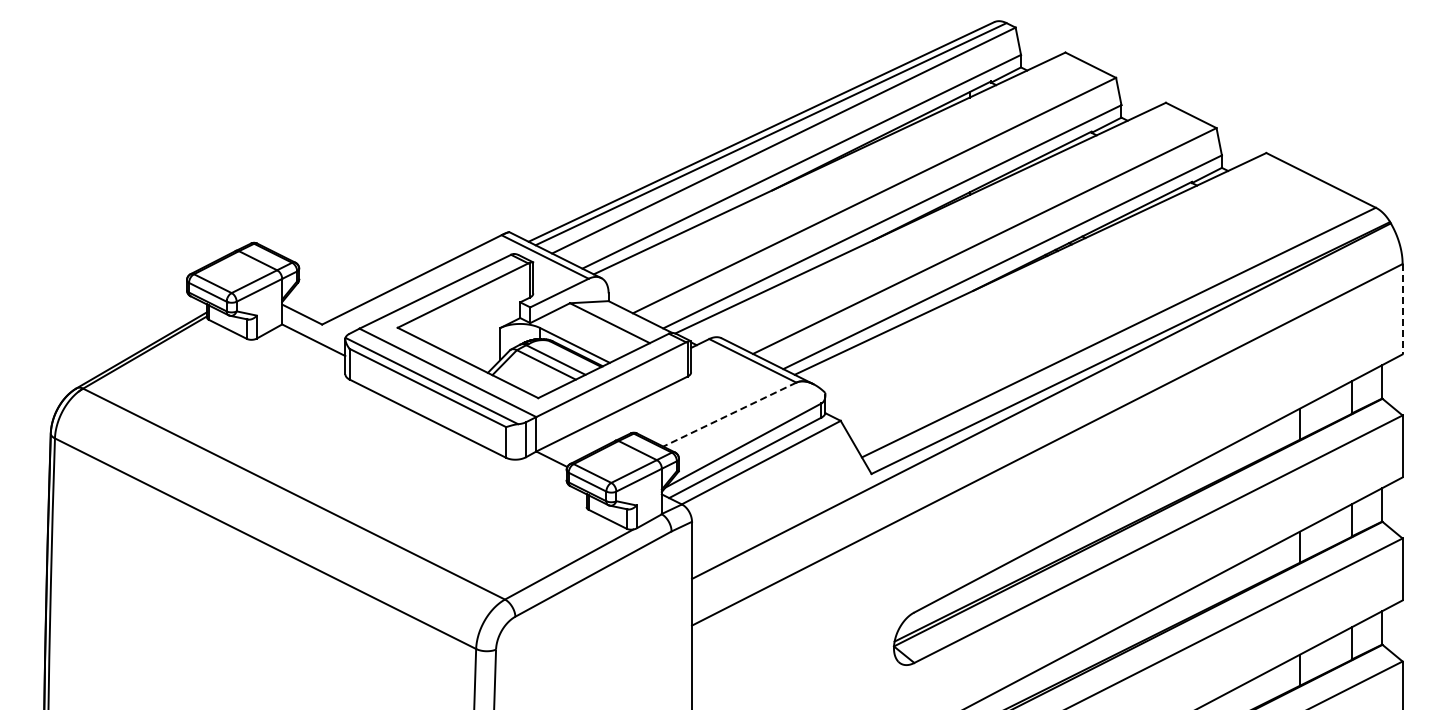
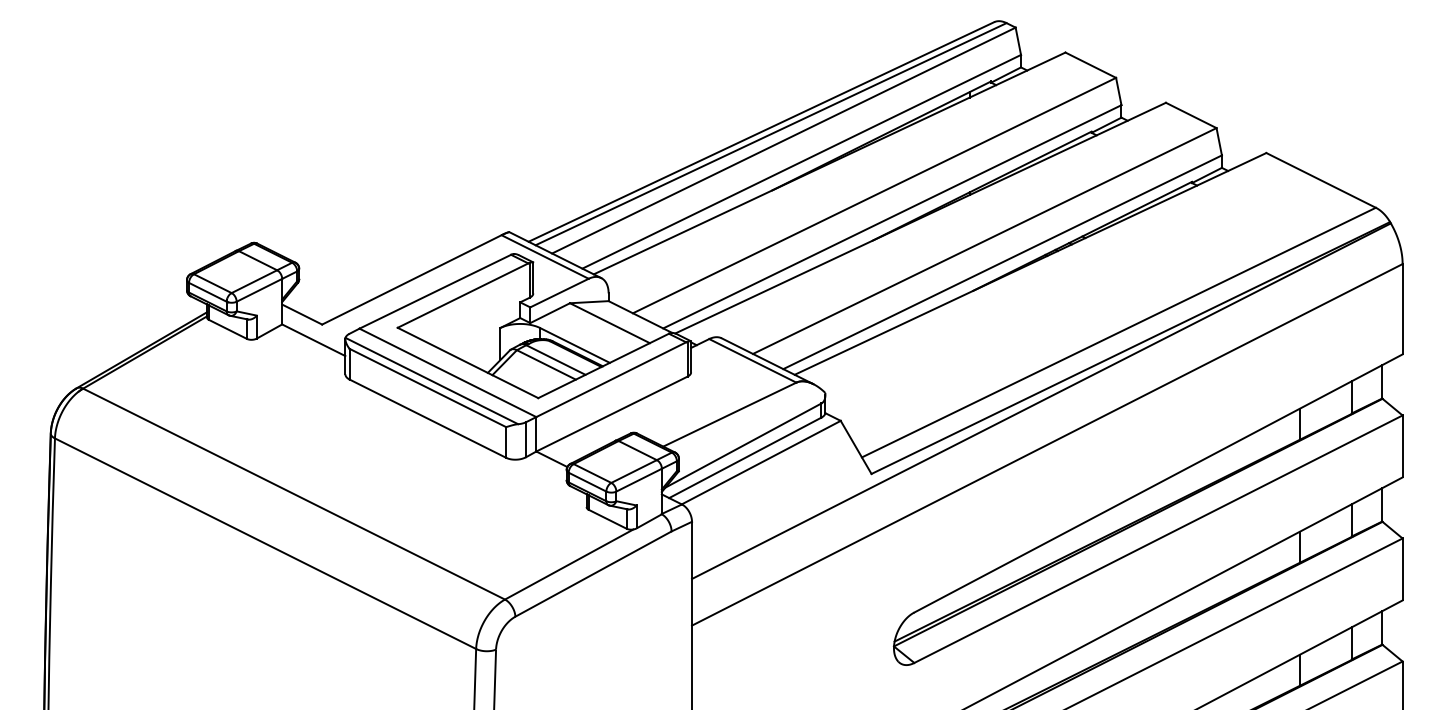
line at (1402, 309): dashed -> solid
line at (729, 414): dashed -> solid
